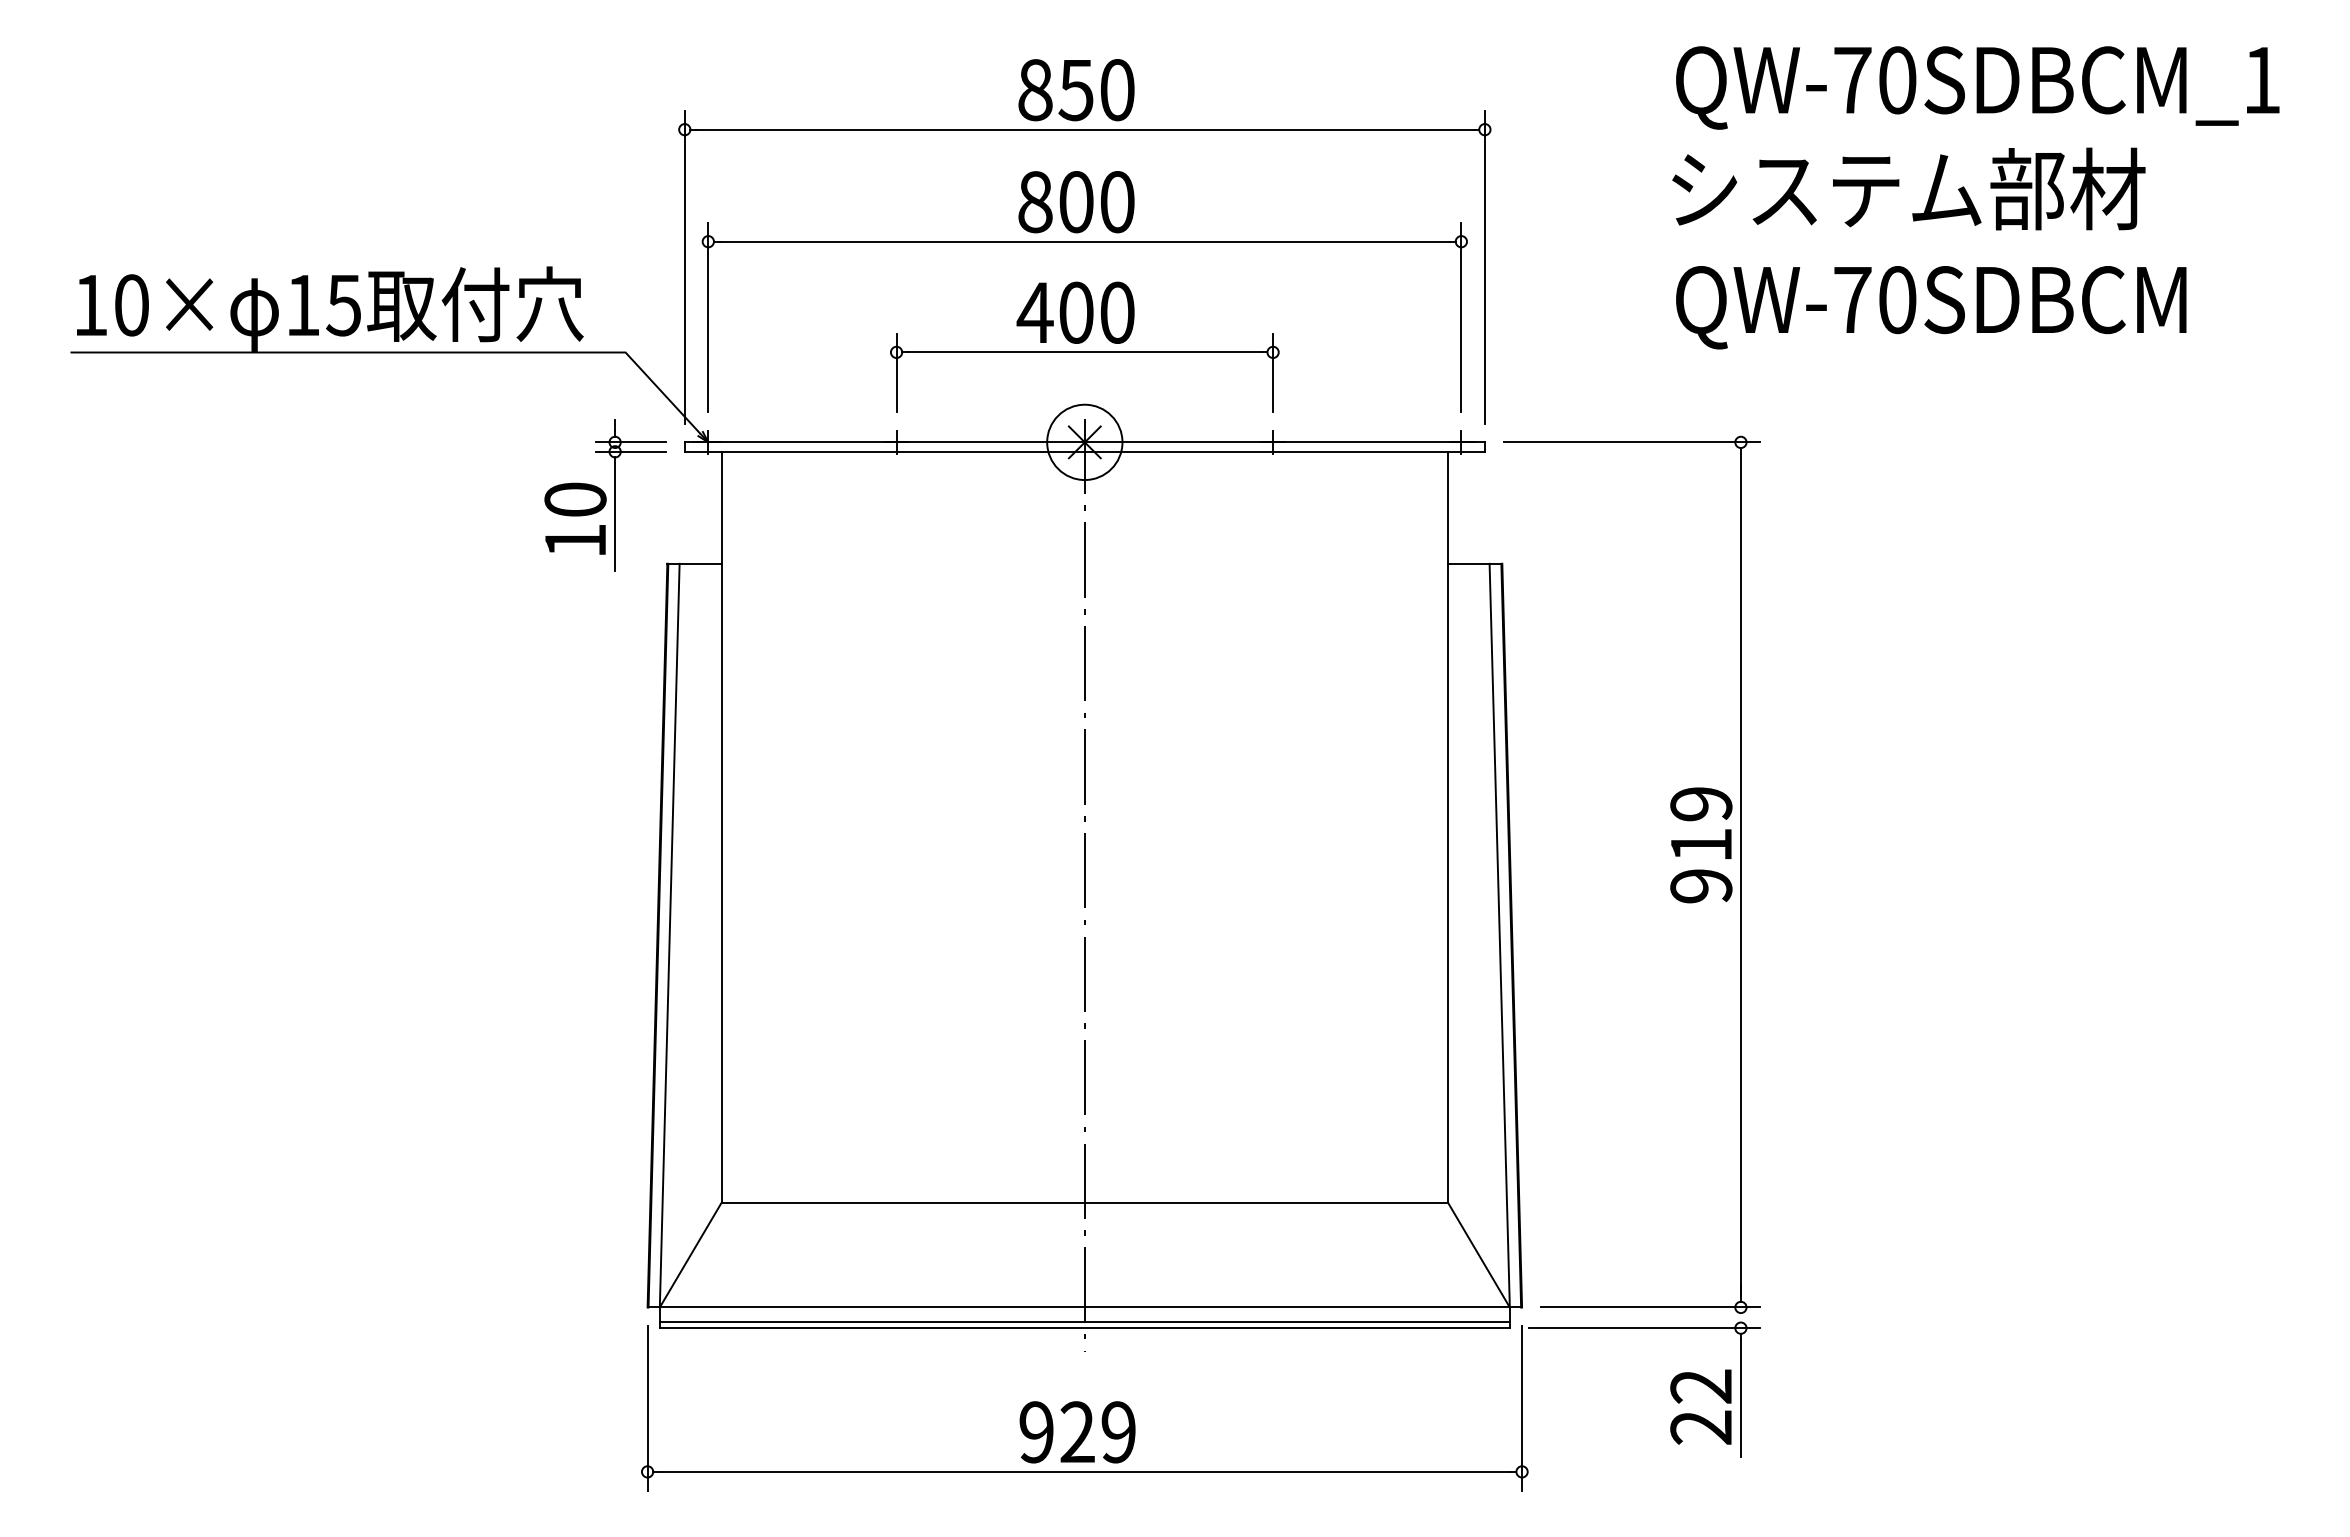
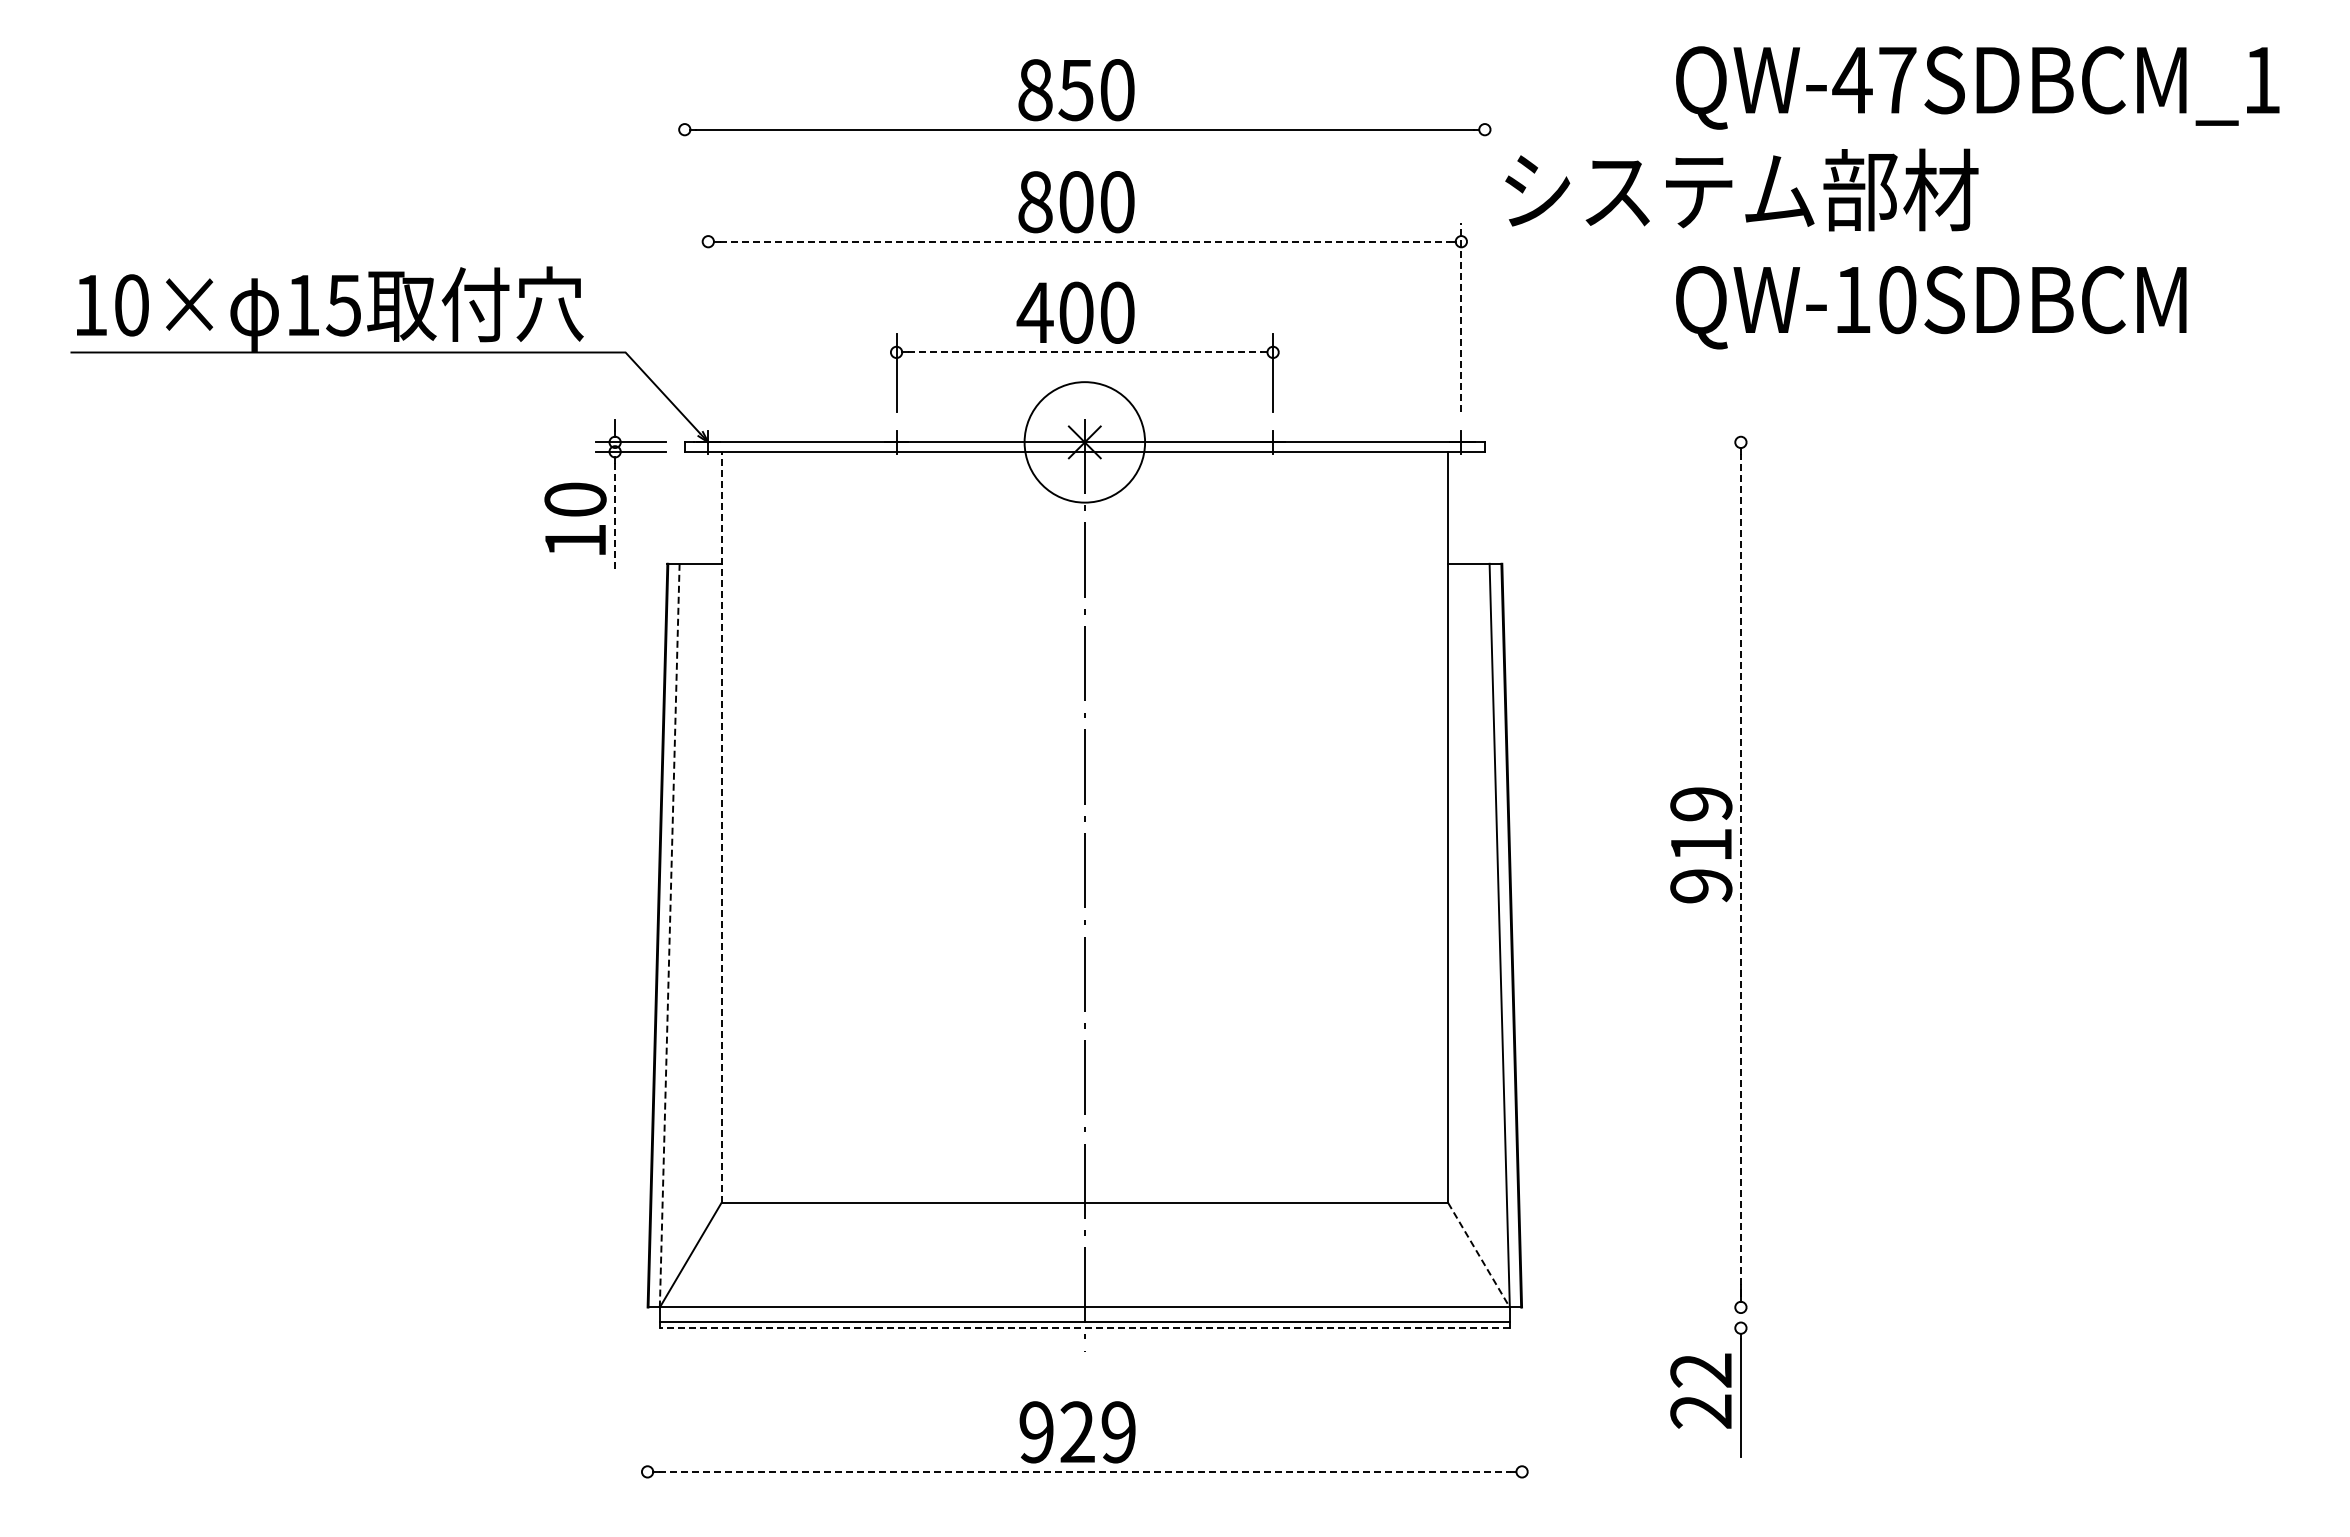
text at (1874, 80): QW-70SDBCM_1 -> QW-47SDBCM_1
text at (1908, 188) position: (1908, 188) -> (1741, 189)
line at (1085, 241): solid -> dashed
line at (684, 266): present -> none
line at (1484, 266): present -> none
text at (1852, 299): QW-70SDBCM -> QW-10SDBCM
line at (708, 316): present -> none
line at (1461, 316): solid -> dashed
line at (1084, 352): solid -> dashed
circle at (1084, 442) diameter: 75 px -> 120 px
line at (1631, 442): present -> none
line at (615, 516): solid -> dashed
line at (721, 827): solid -> dashed
line at (1740, 874): solid -> dashed
line at (669, 935): solid -> dashed
line at (1479, 1255): solid -> dashed
line at (1649, 1307): present -> none
line at (1084, 1328): solid -> dashed
line at (1643, 1328): present -> none
text at (1700, 1406) position: (1700, 1406) -> (1700, 1390)
line at (647, 1408): present -> none
line at (1522, 1408): present -> none
line at (1084, 1471): solid -> dashed
